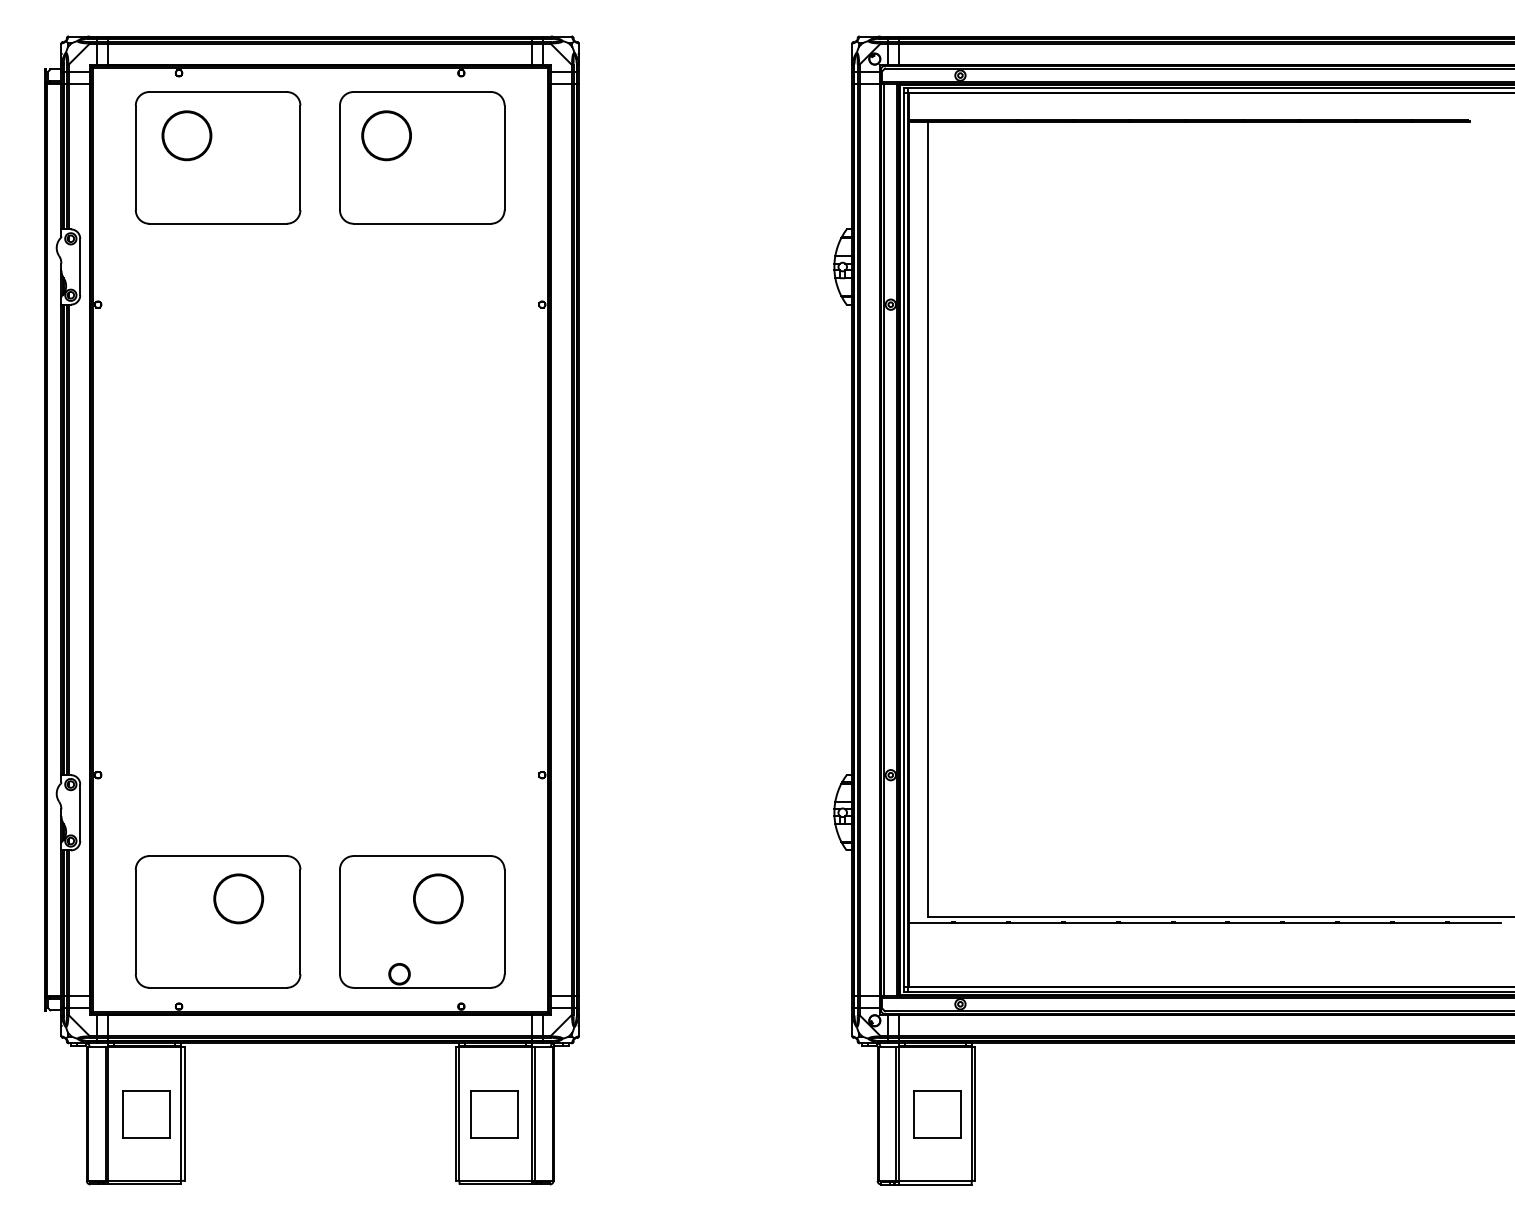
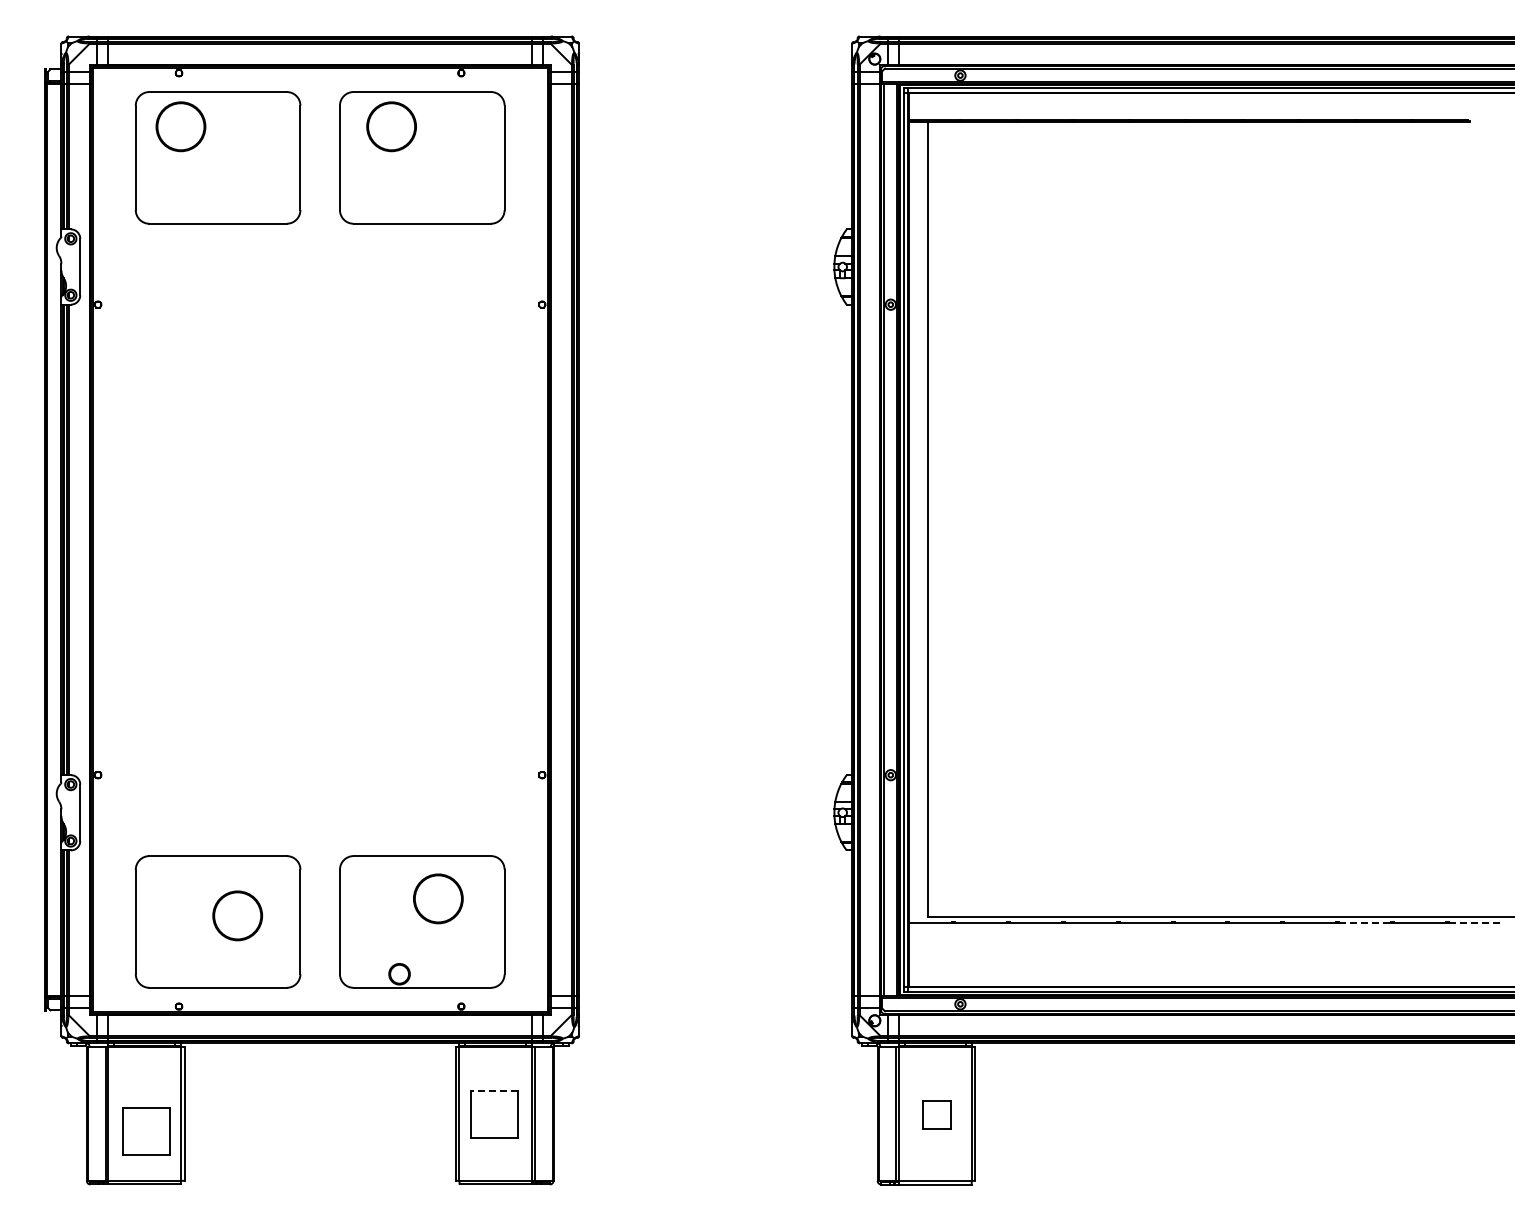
part at (186, 135) position: (186, 135) -> (180, 126)
part at (386, 135) position: (386, 135) -> (391, 126)
part at (238, 898) position: (238, 898) -> (237, 915)
line at (1365, 923): solid -> dashed
line at (1474, 923): solid -> dashed
line at (494, 1091): solid -> dashed
part at (146, 1114) position: (146, 1114) -> (146, 1131)
part at (937, 1114) size: 49x49 px -> 30x30 px
